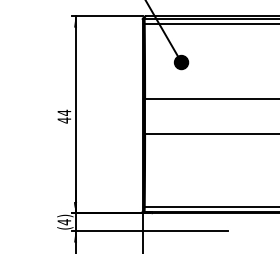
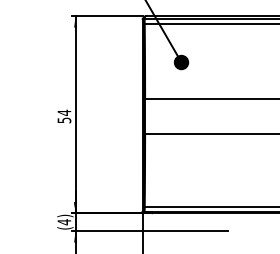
text at (64, 120): 44 -> 54
